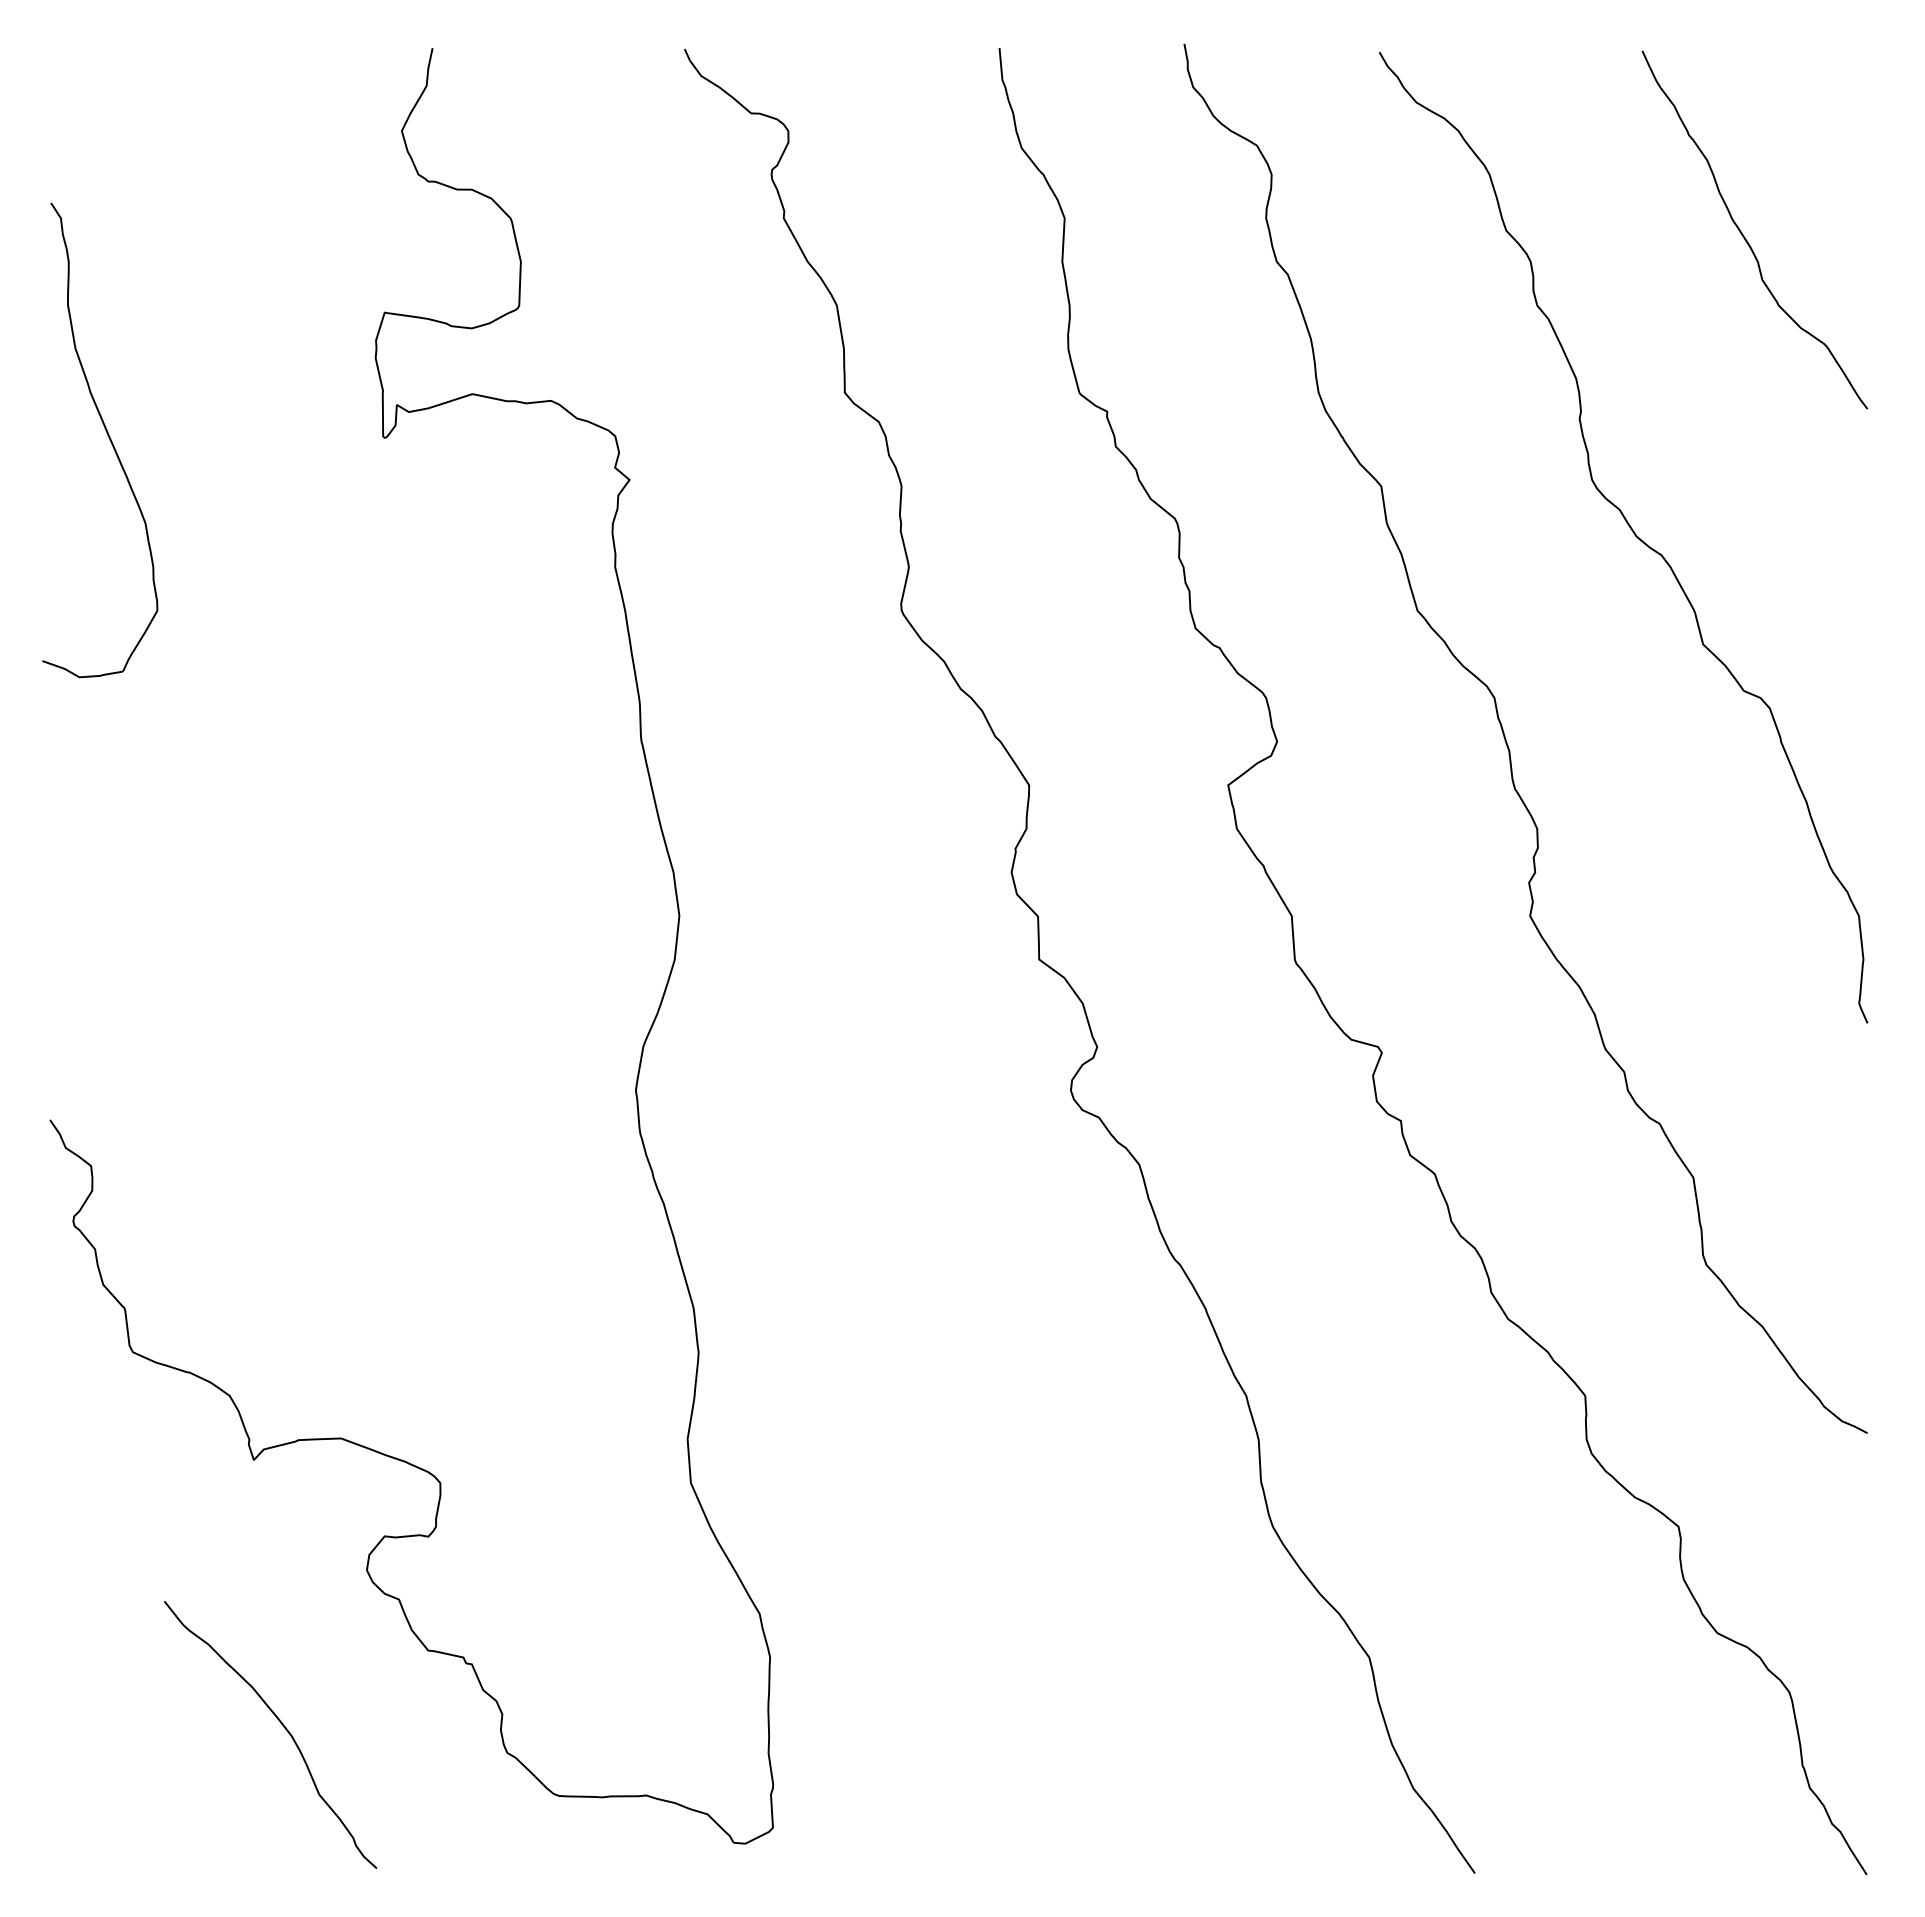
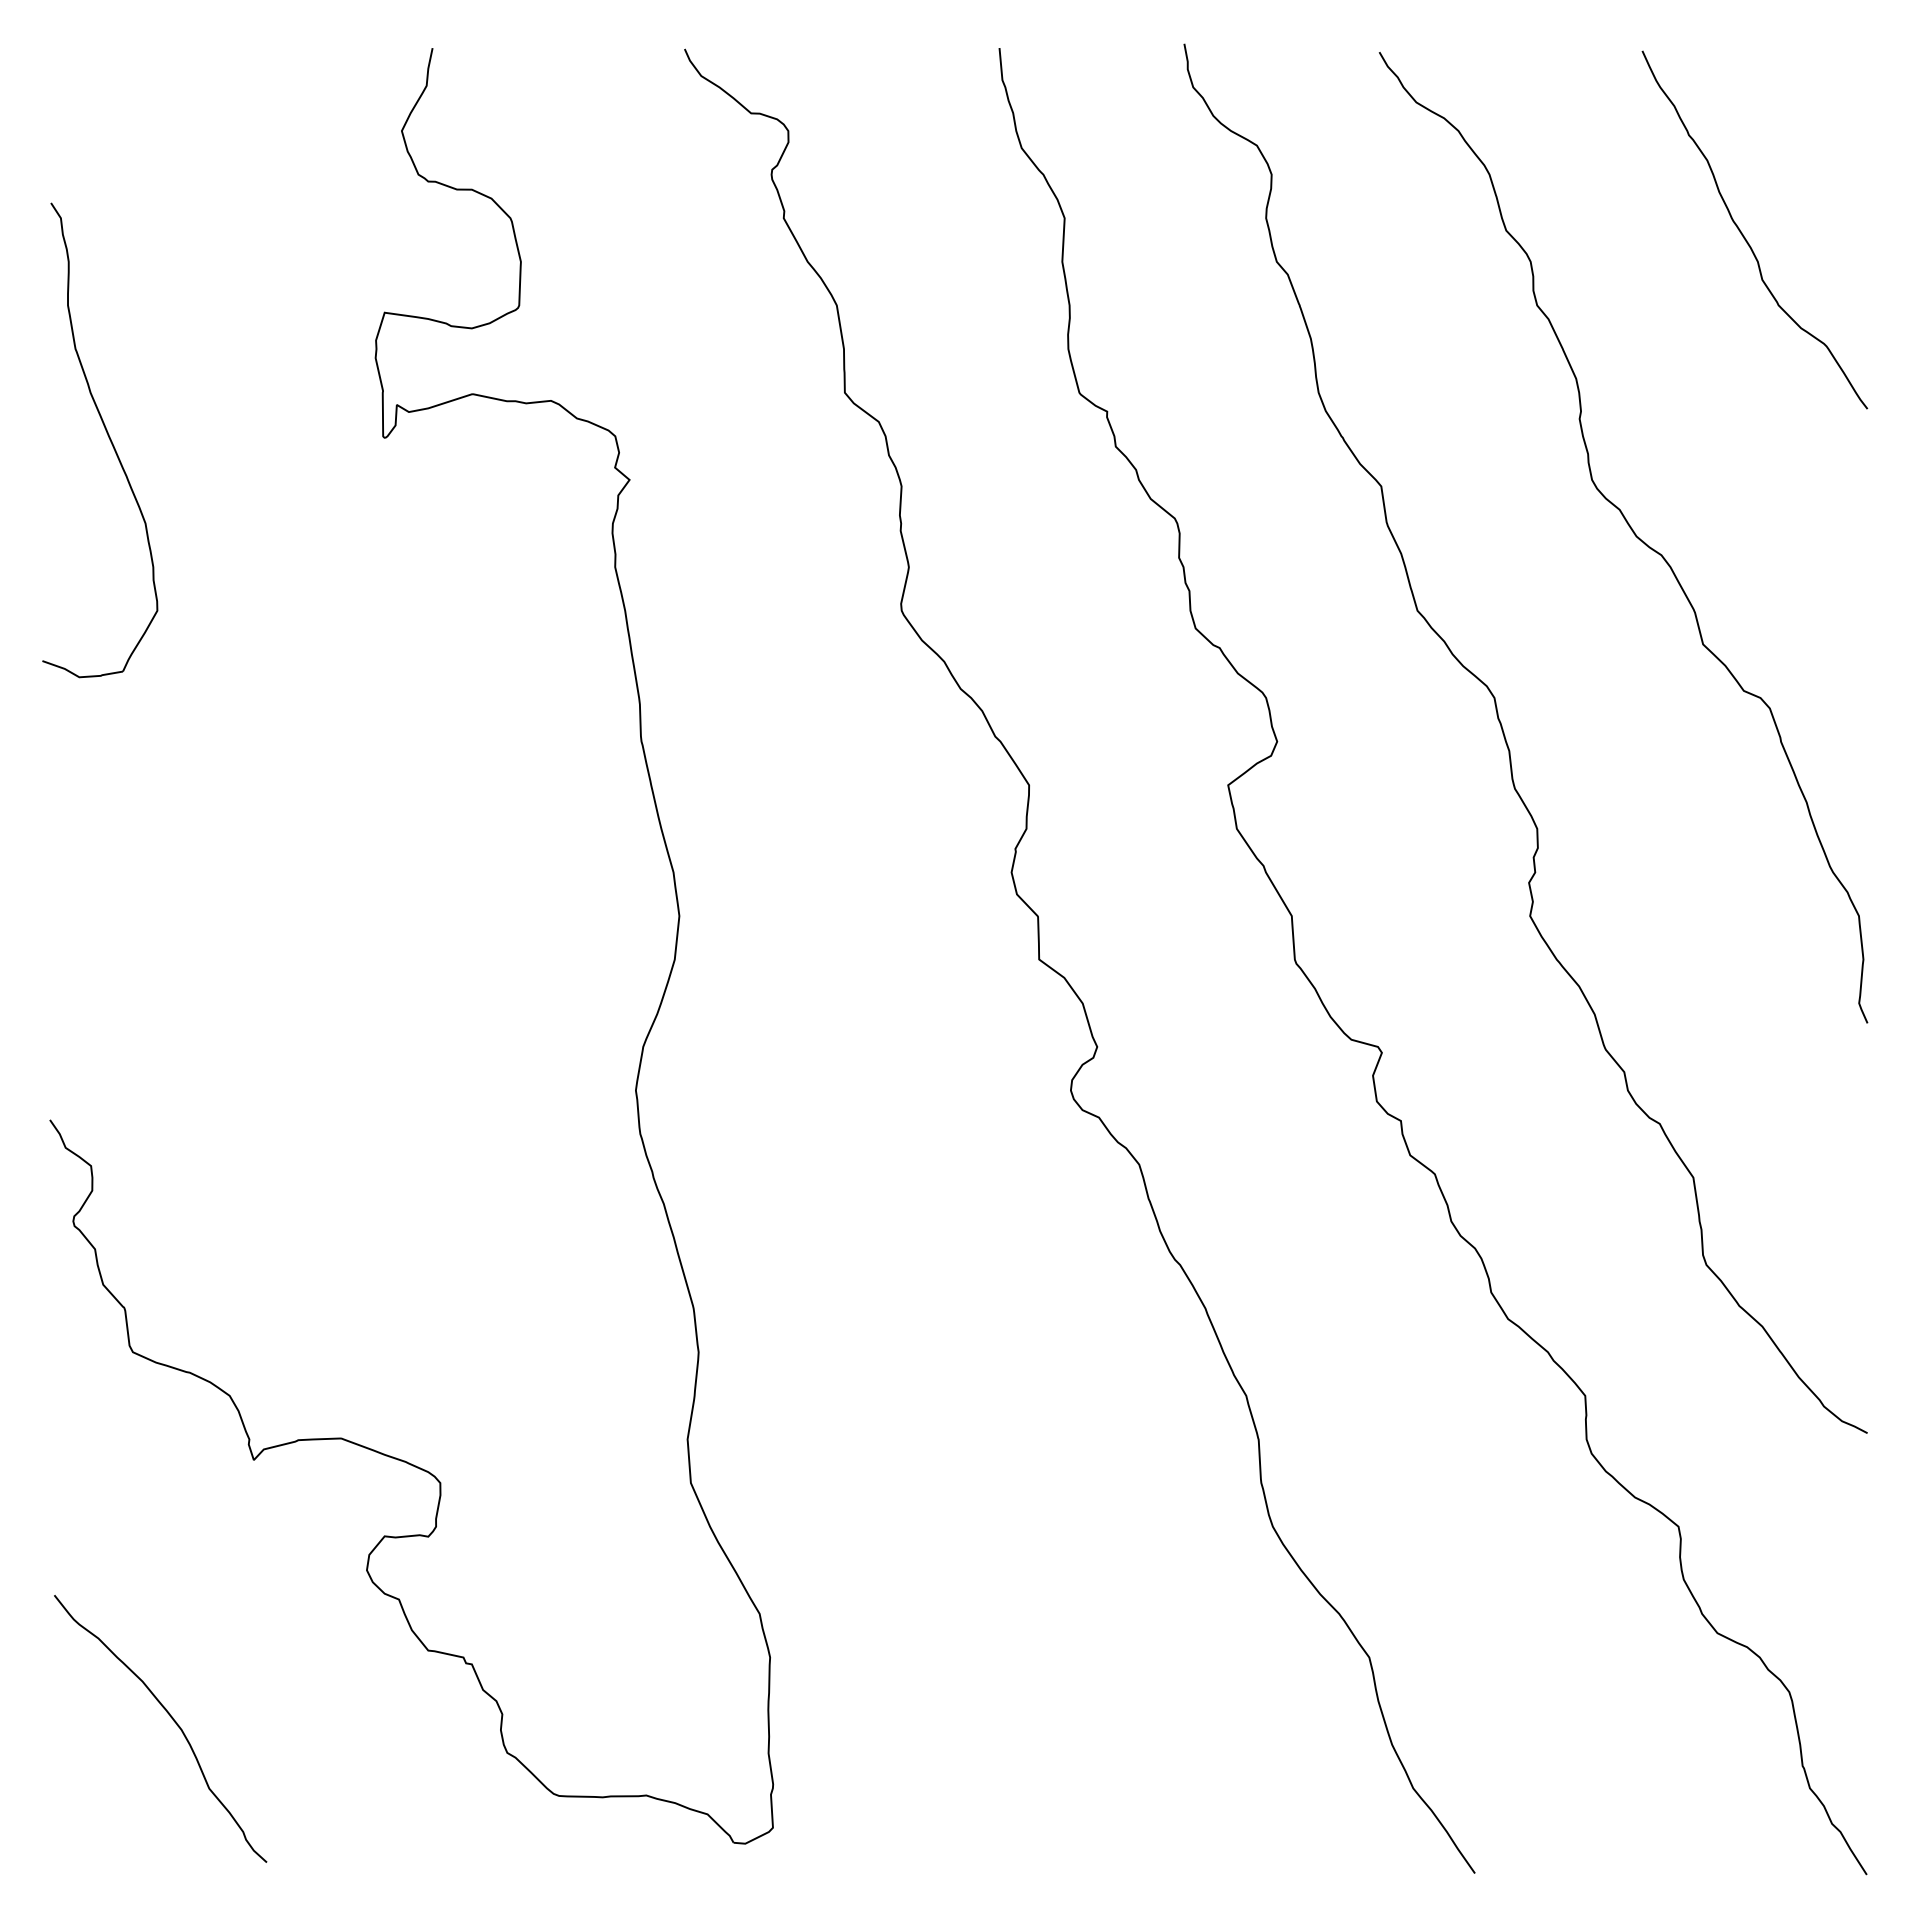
curve at (283, 1727) position: (283, 1727) -> (173, 1721)
